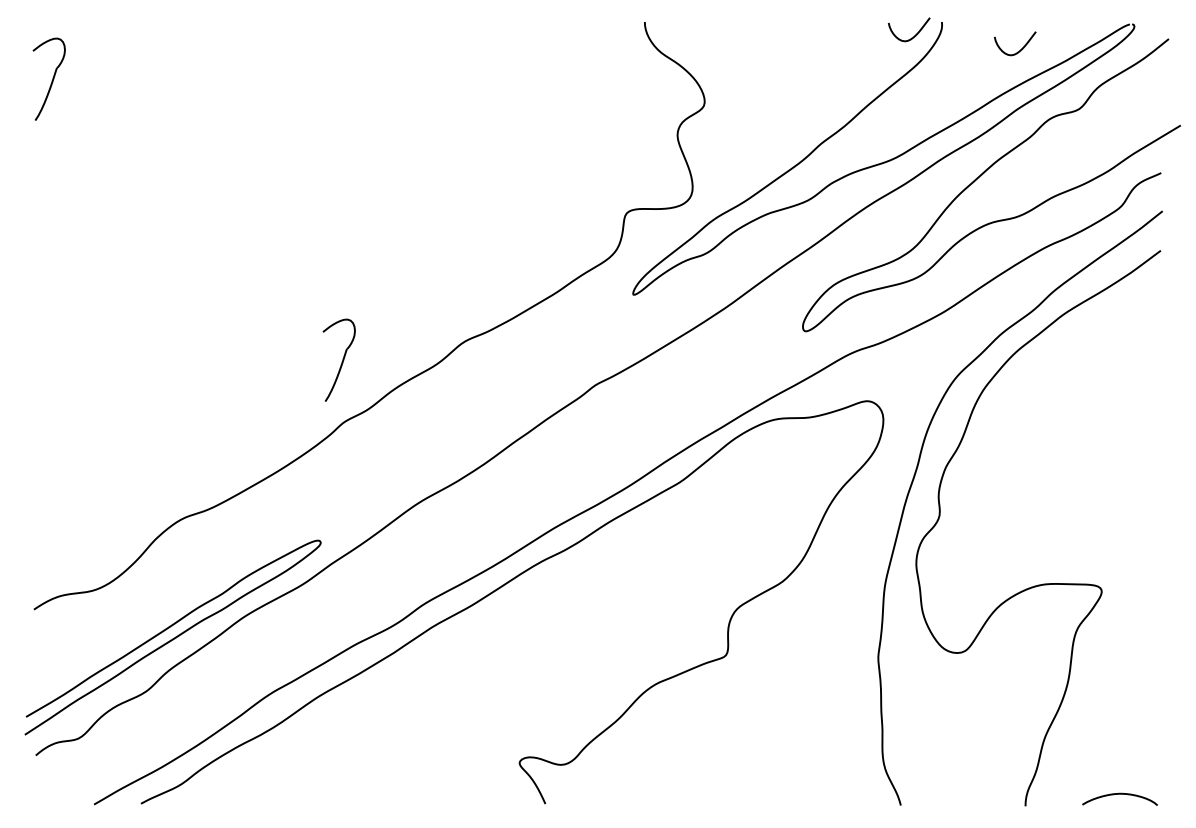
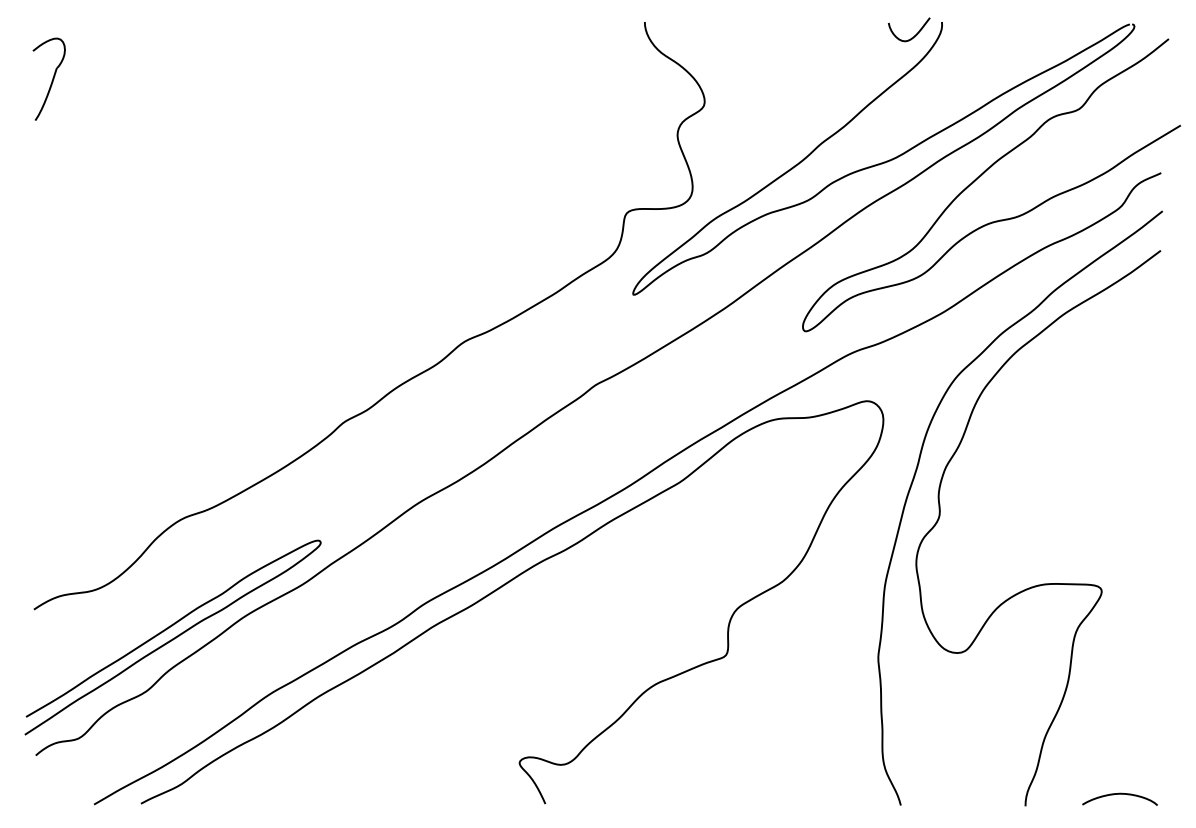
curve at (1021, 48): present -> none
part at (338, 359): present -> none
